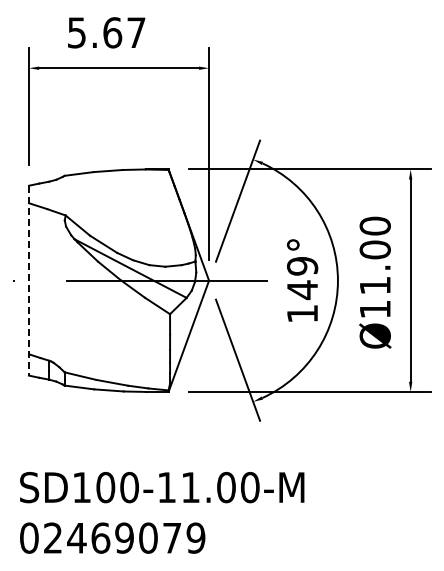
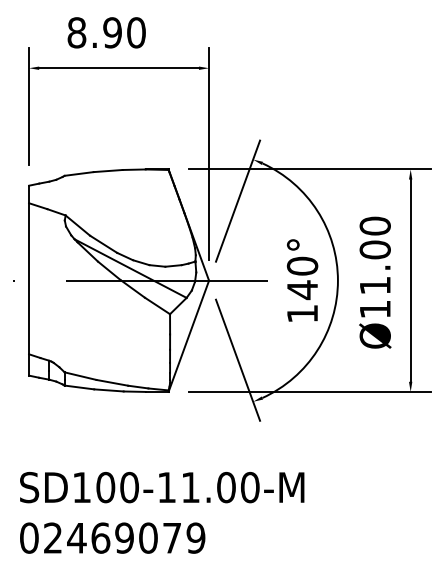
text at (106, 32): 5.67 -> 8.90
text at (302, 265): 149° -> 140°
line at (29, 280): dashed -> solid
